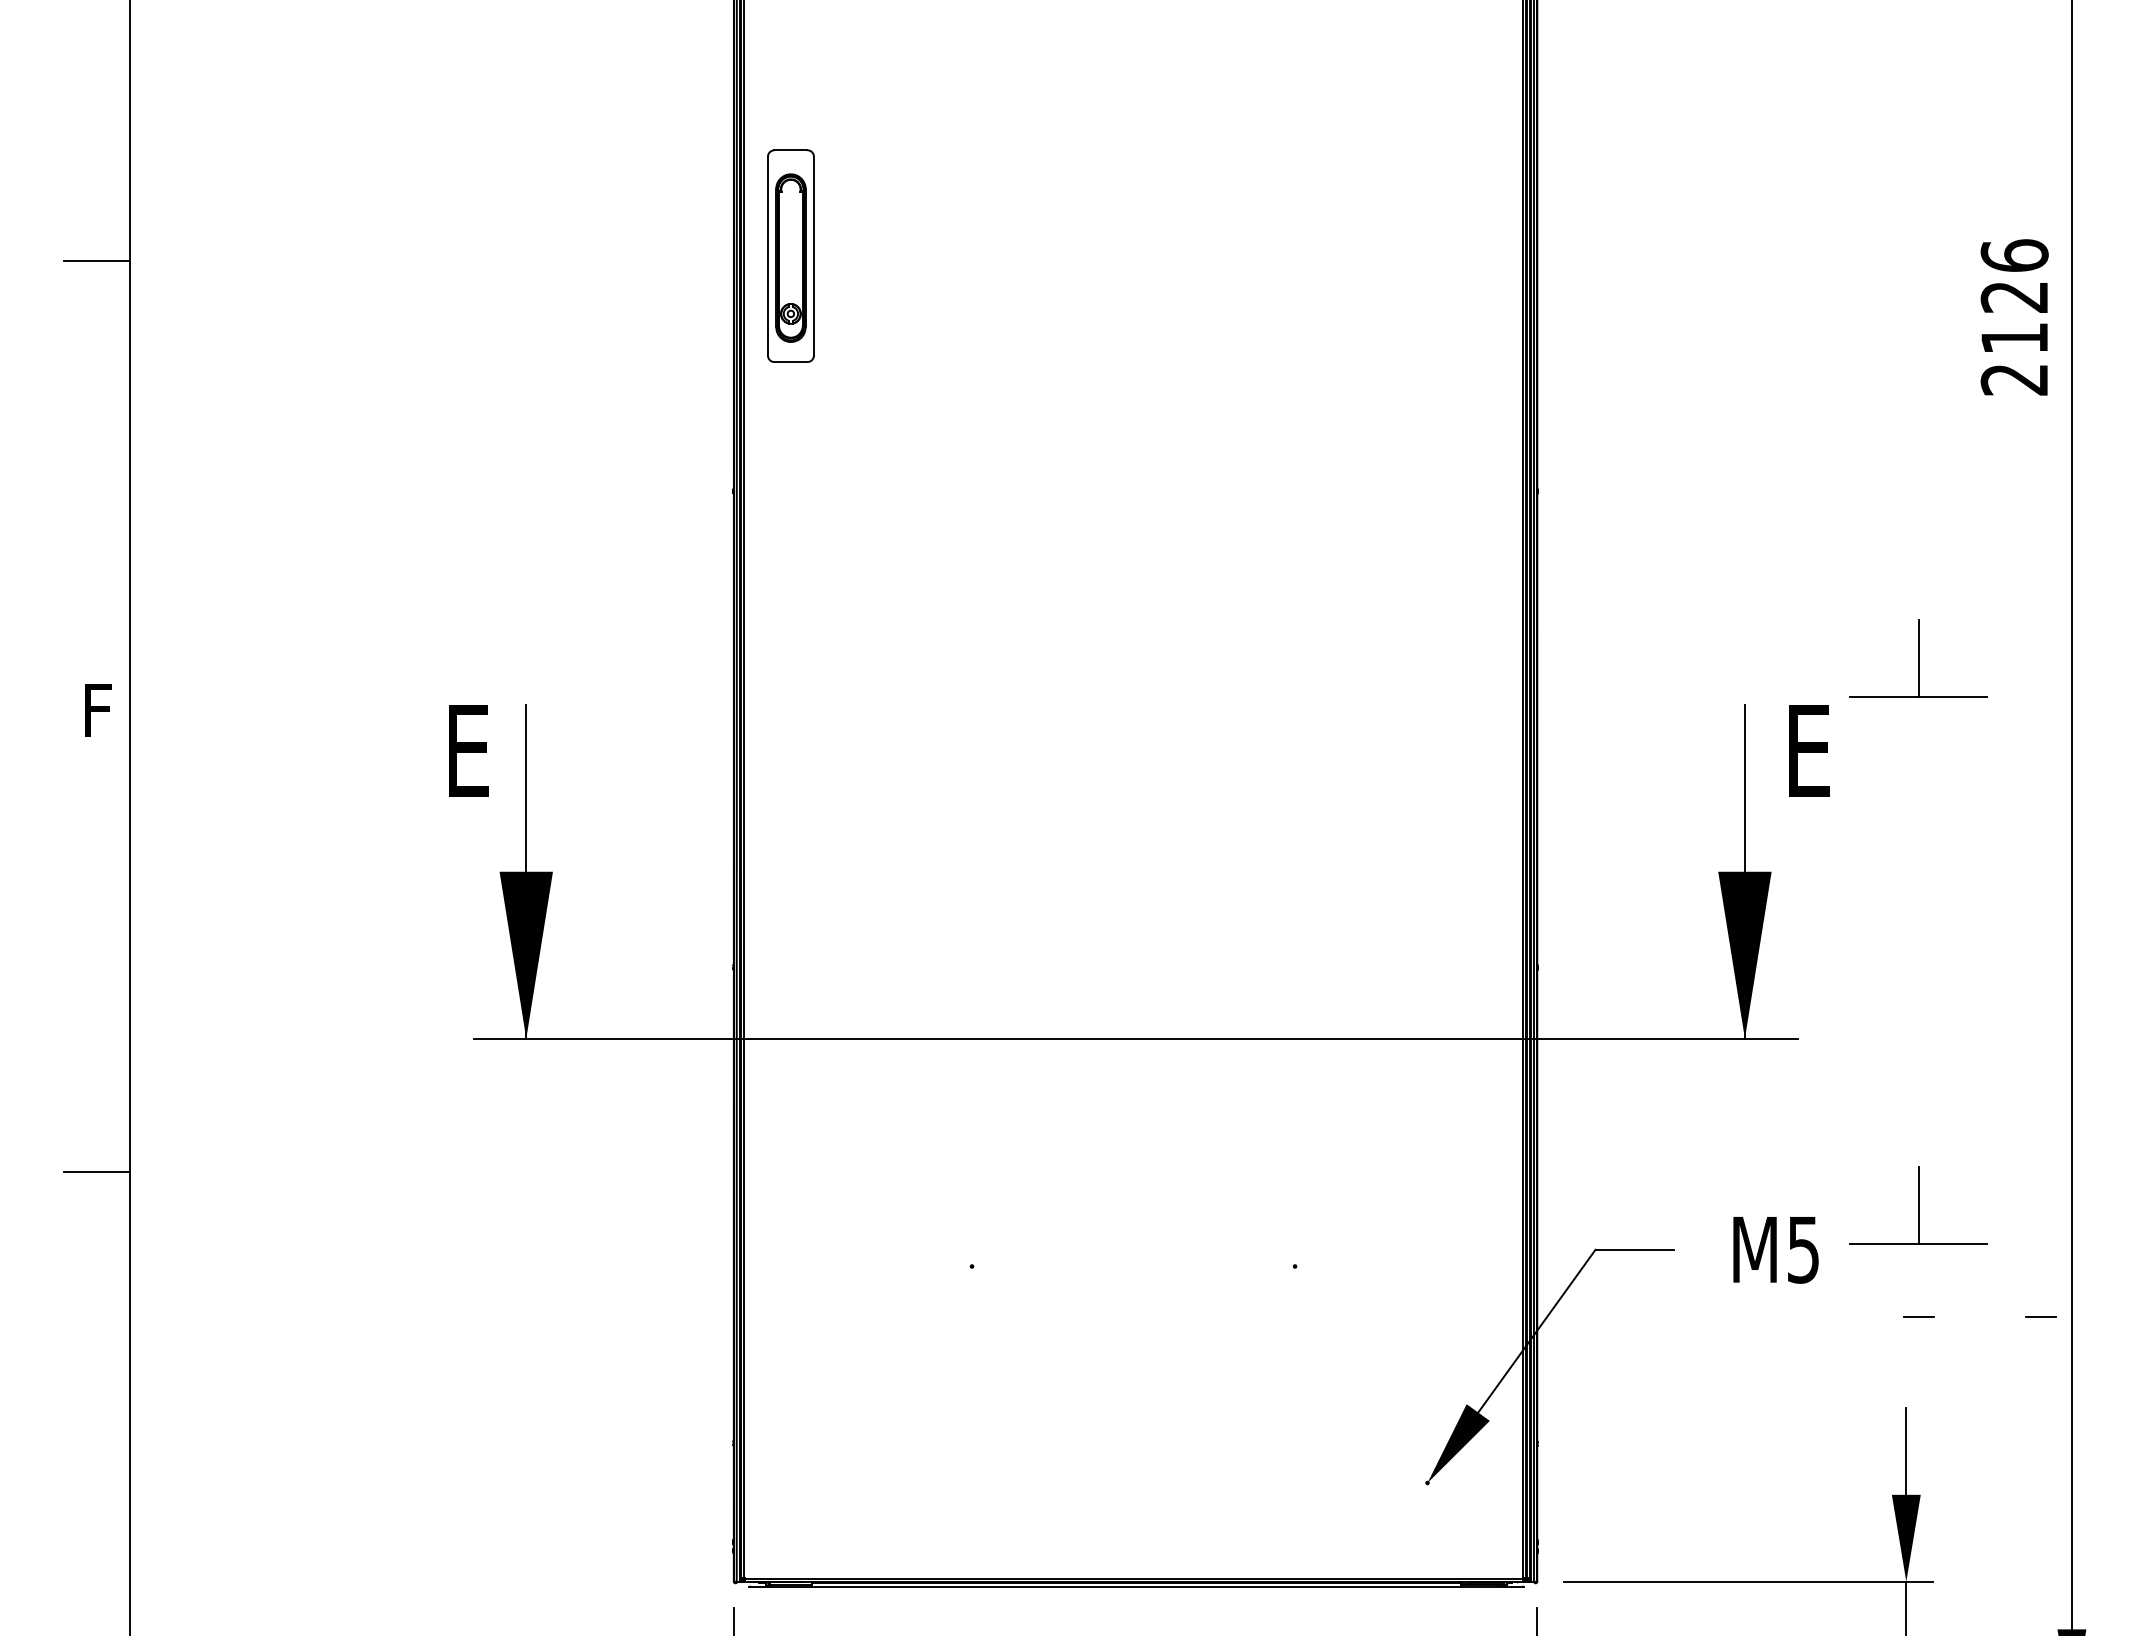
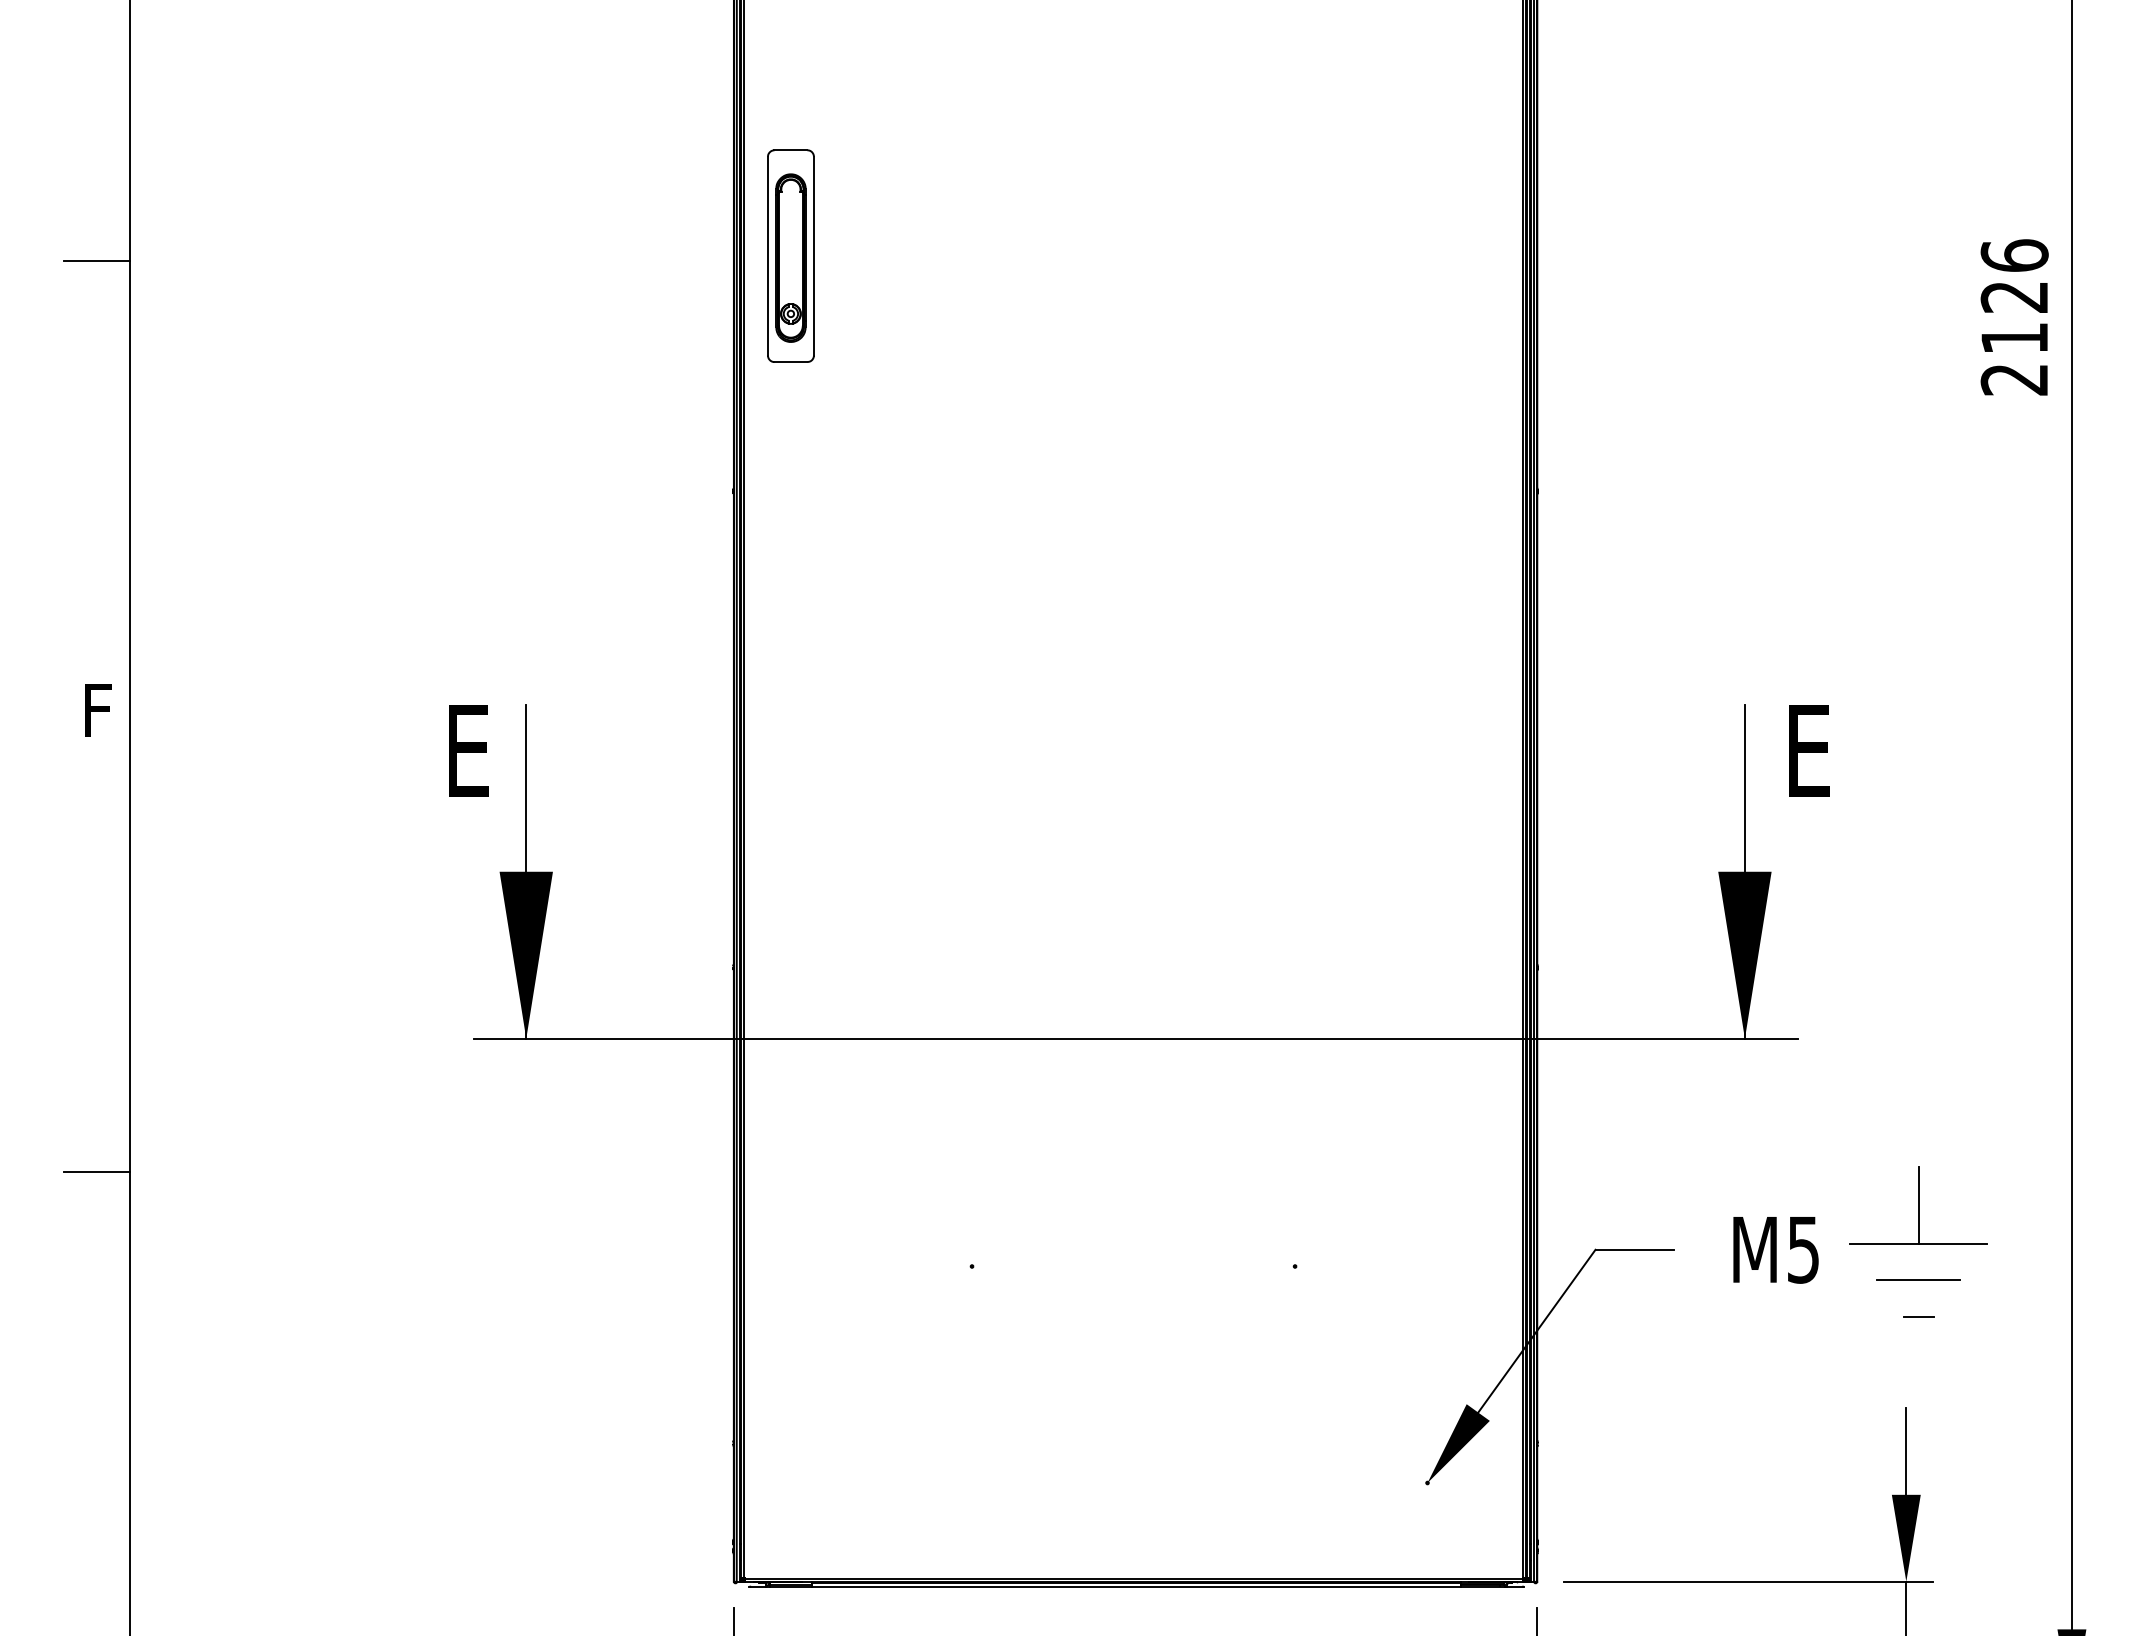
part at (1918, 658): present -> none
line at (1918, 1280): none -> present
line at (2040, 1316): present -> none
